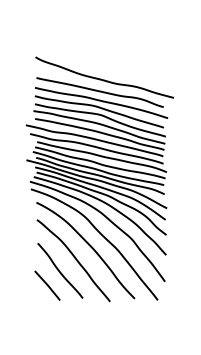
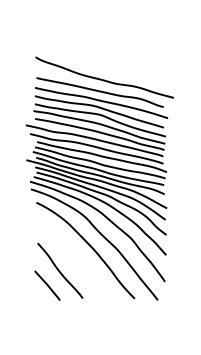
curve at (74, 258): present -> none
